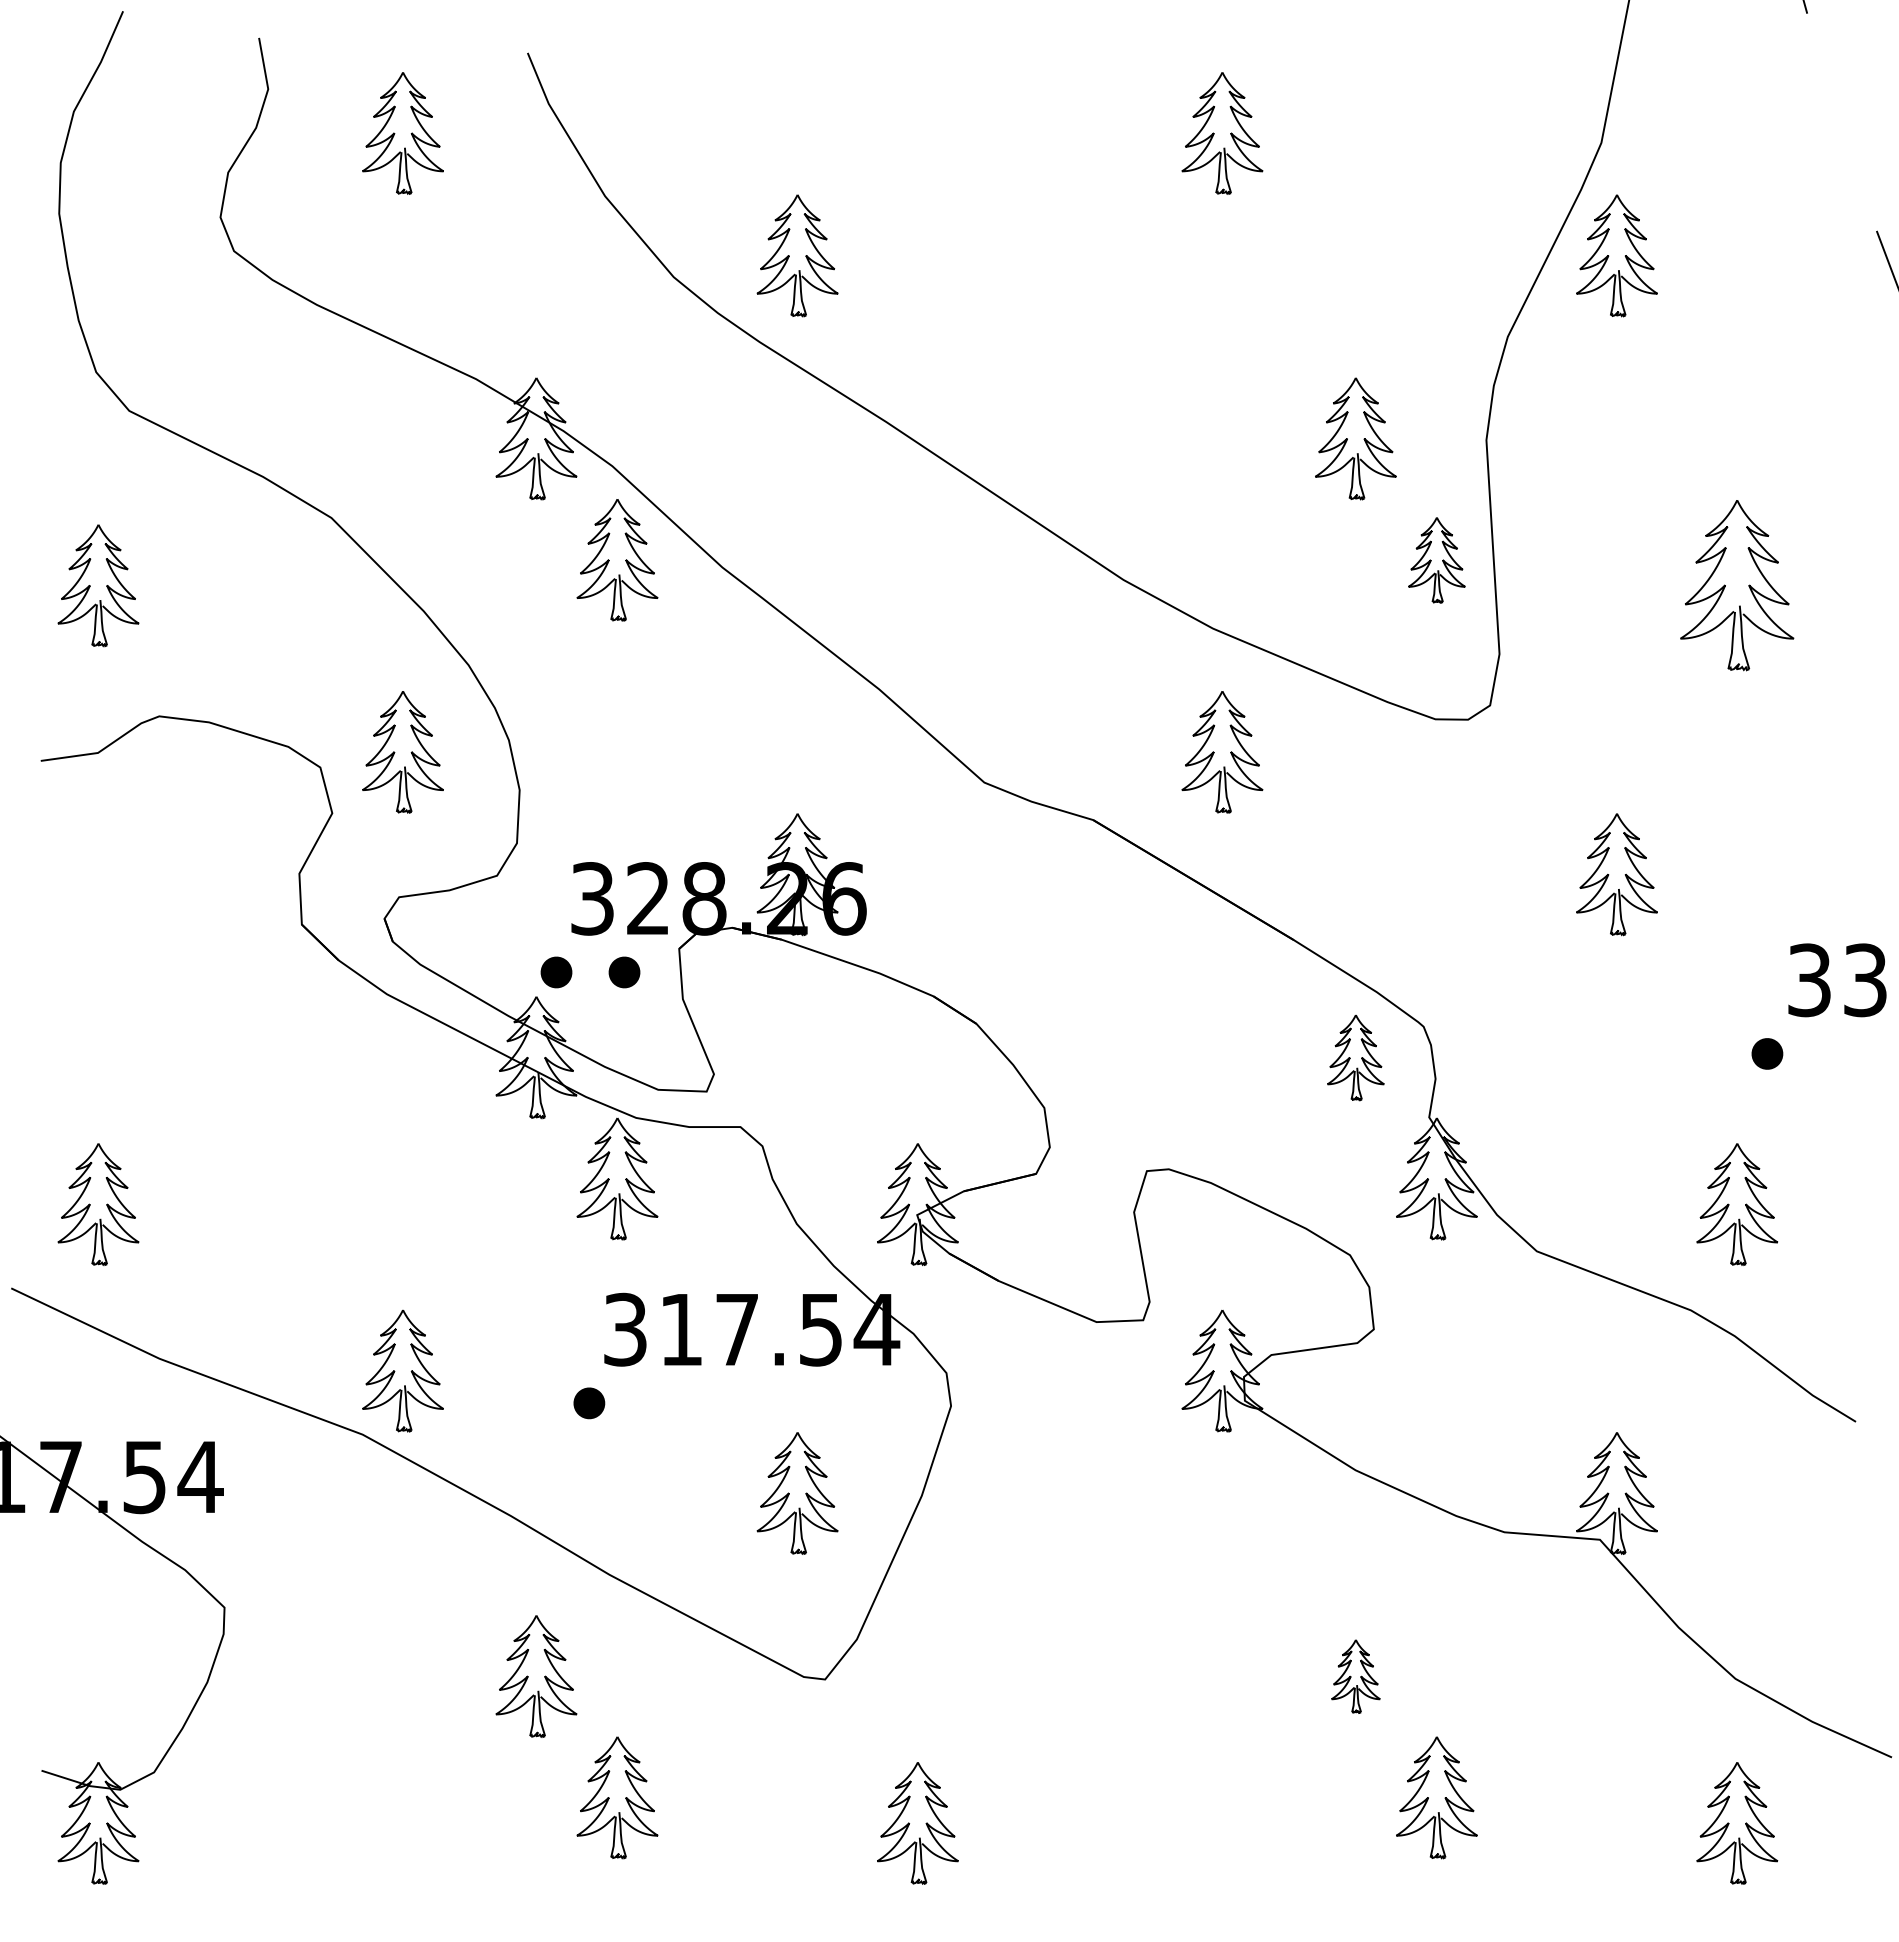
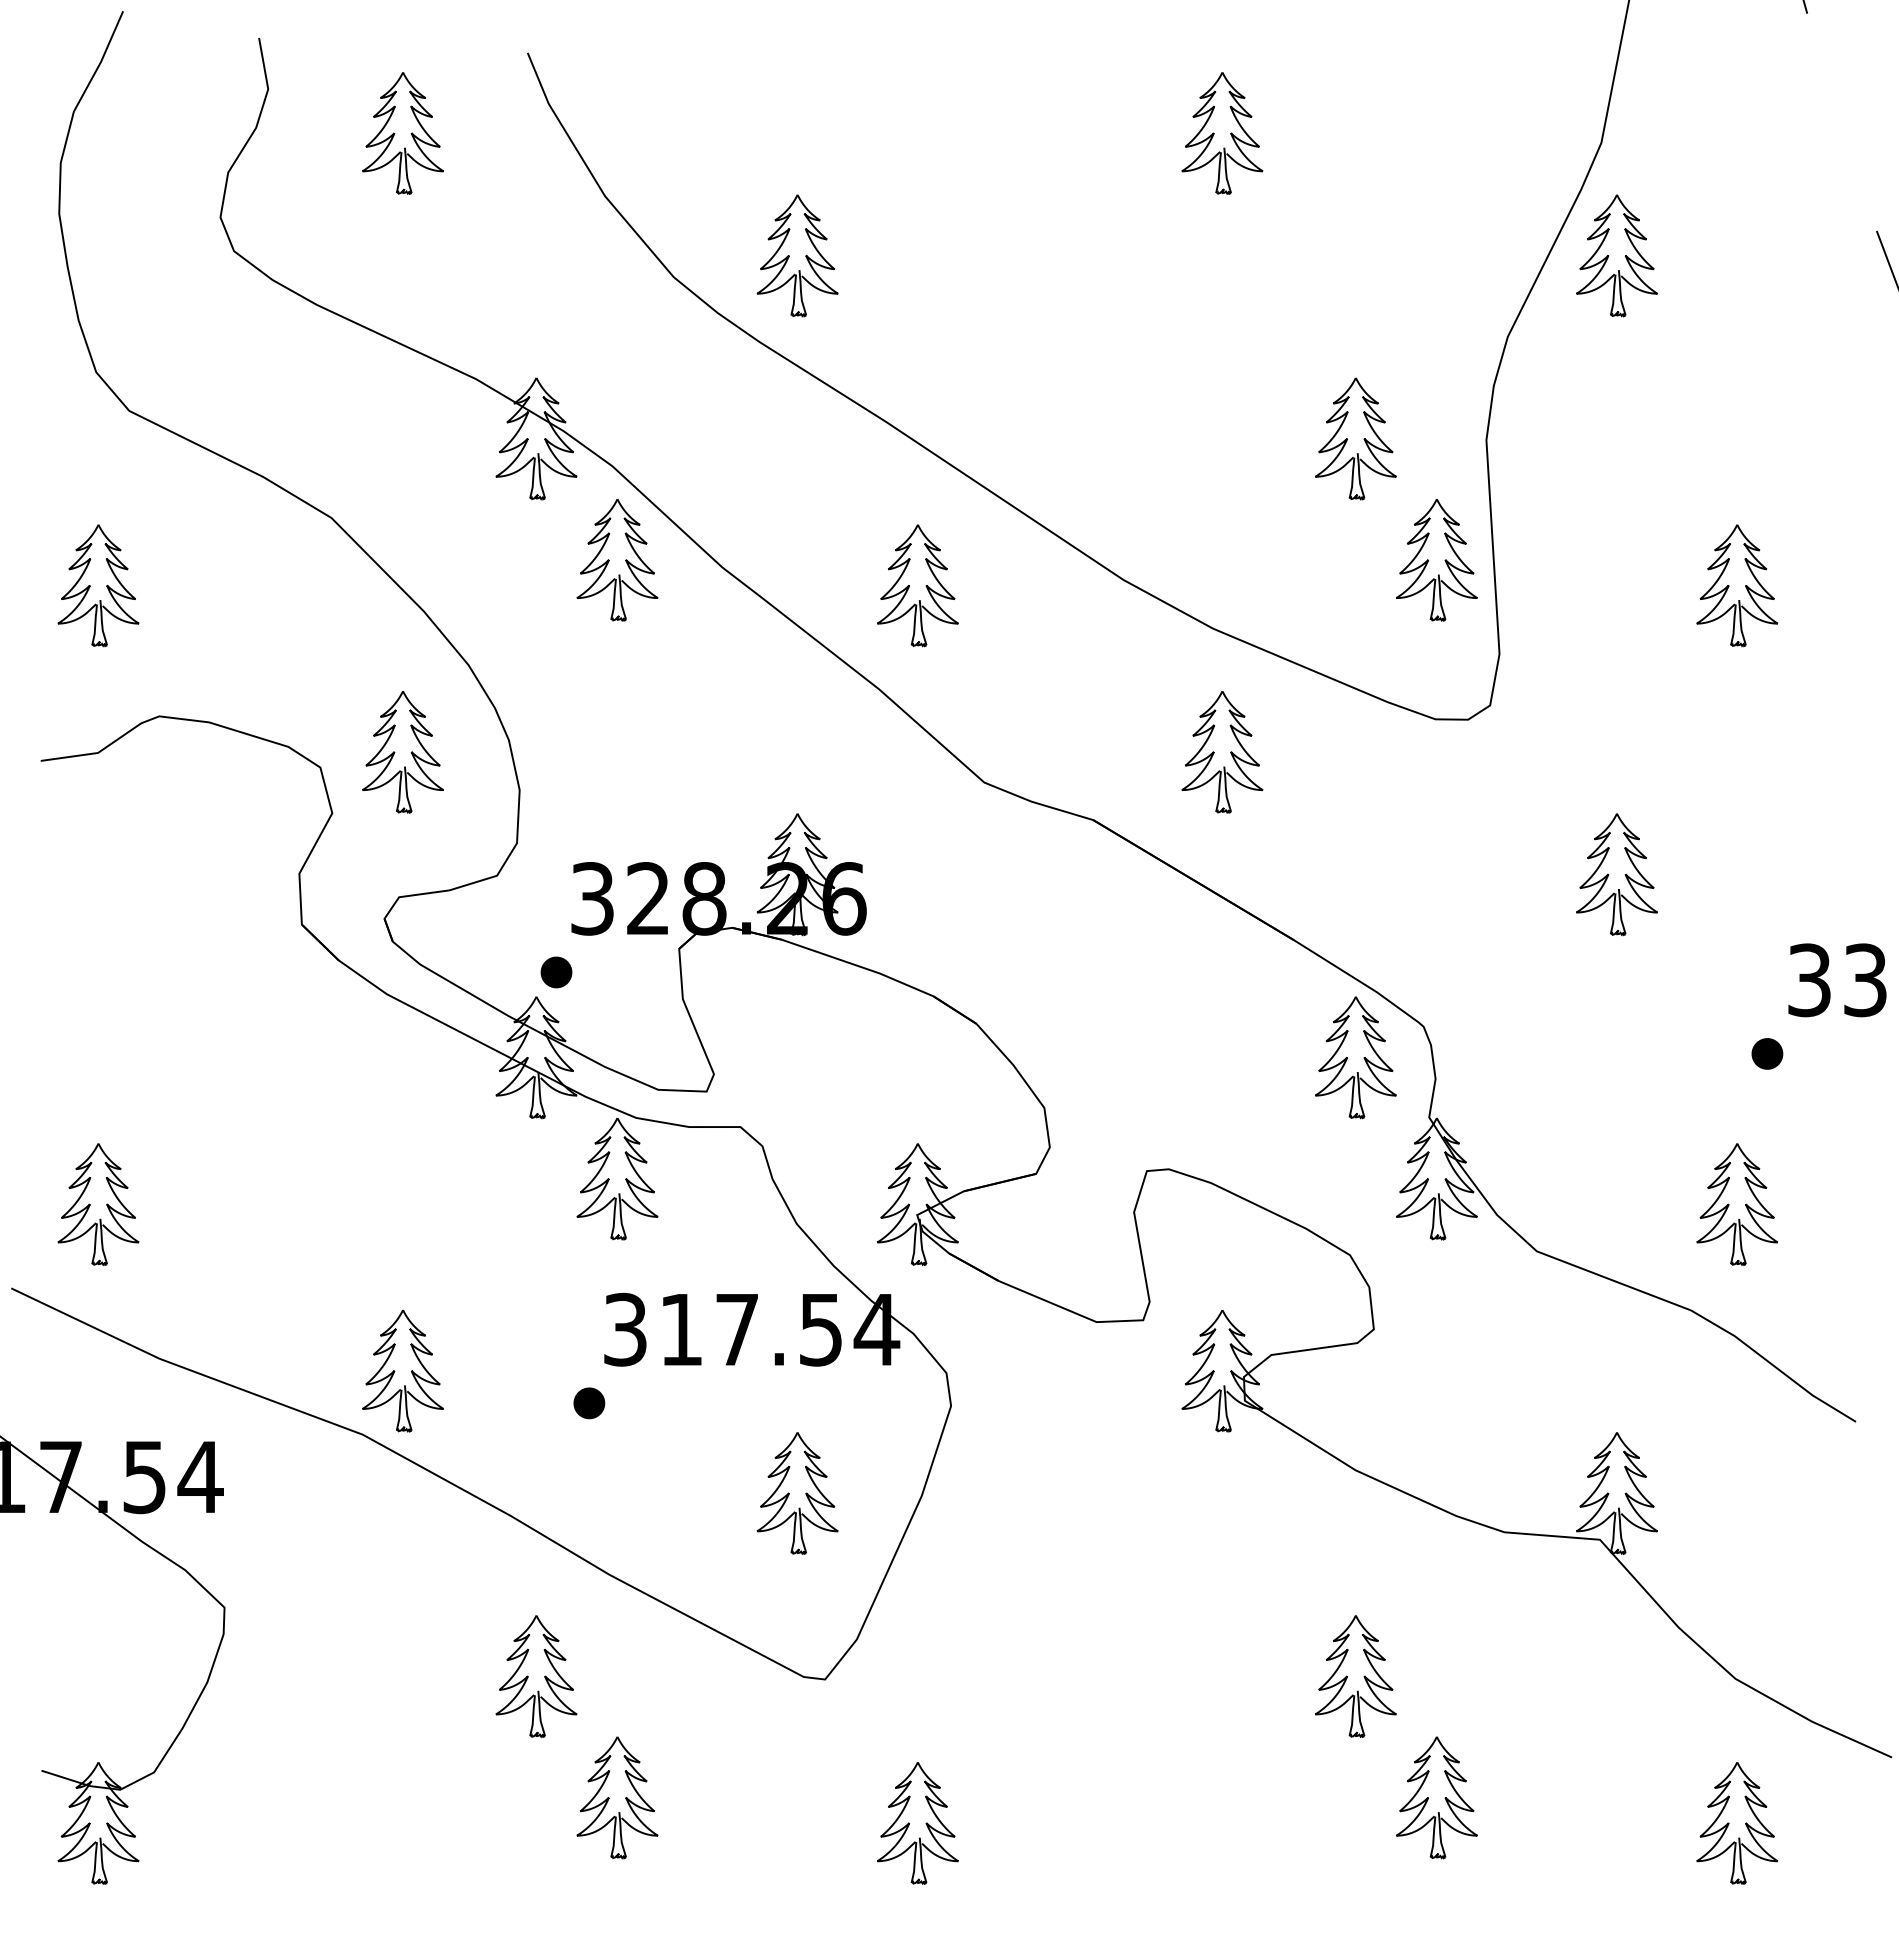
part at (1436, 560) size: 58x87 px -> 82x123 px
part at (917, 585): none -> present
part at (1737, 585) size: 115x172 px -> 83x124 px
part at (624, 972): present -> none
part at (1355, 1057) size: 58x88 px -> 82x124 px
part at (1355, 1676) size: 50x75 px -> 82x123 px
